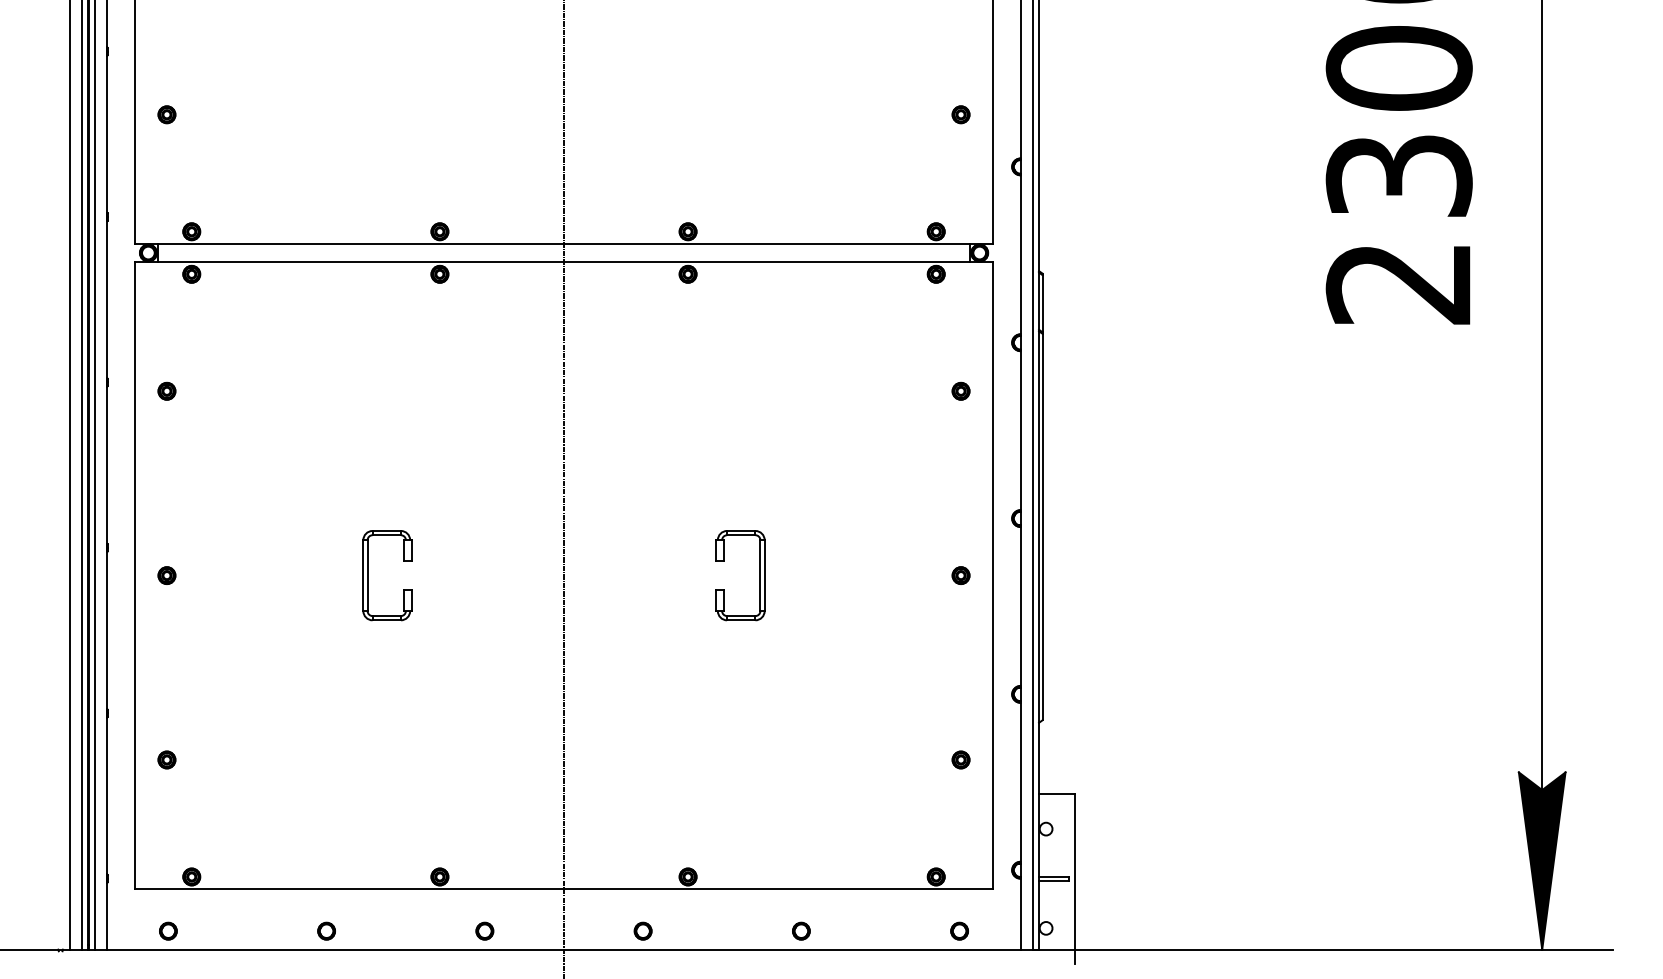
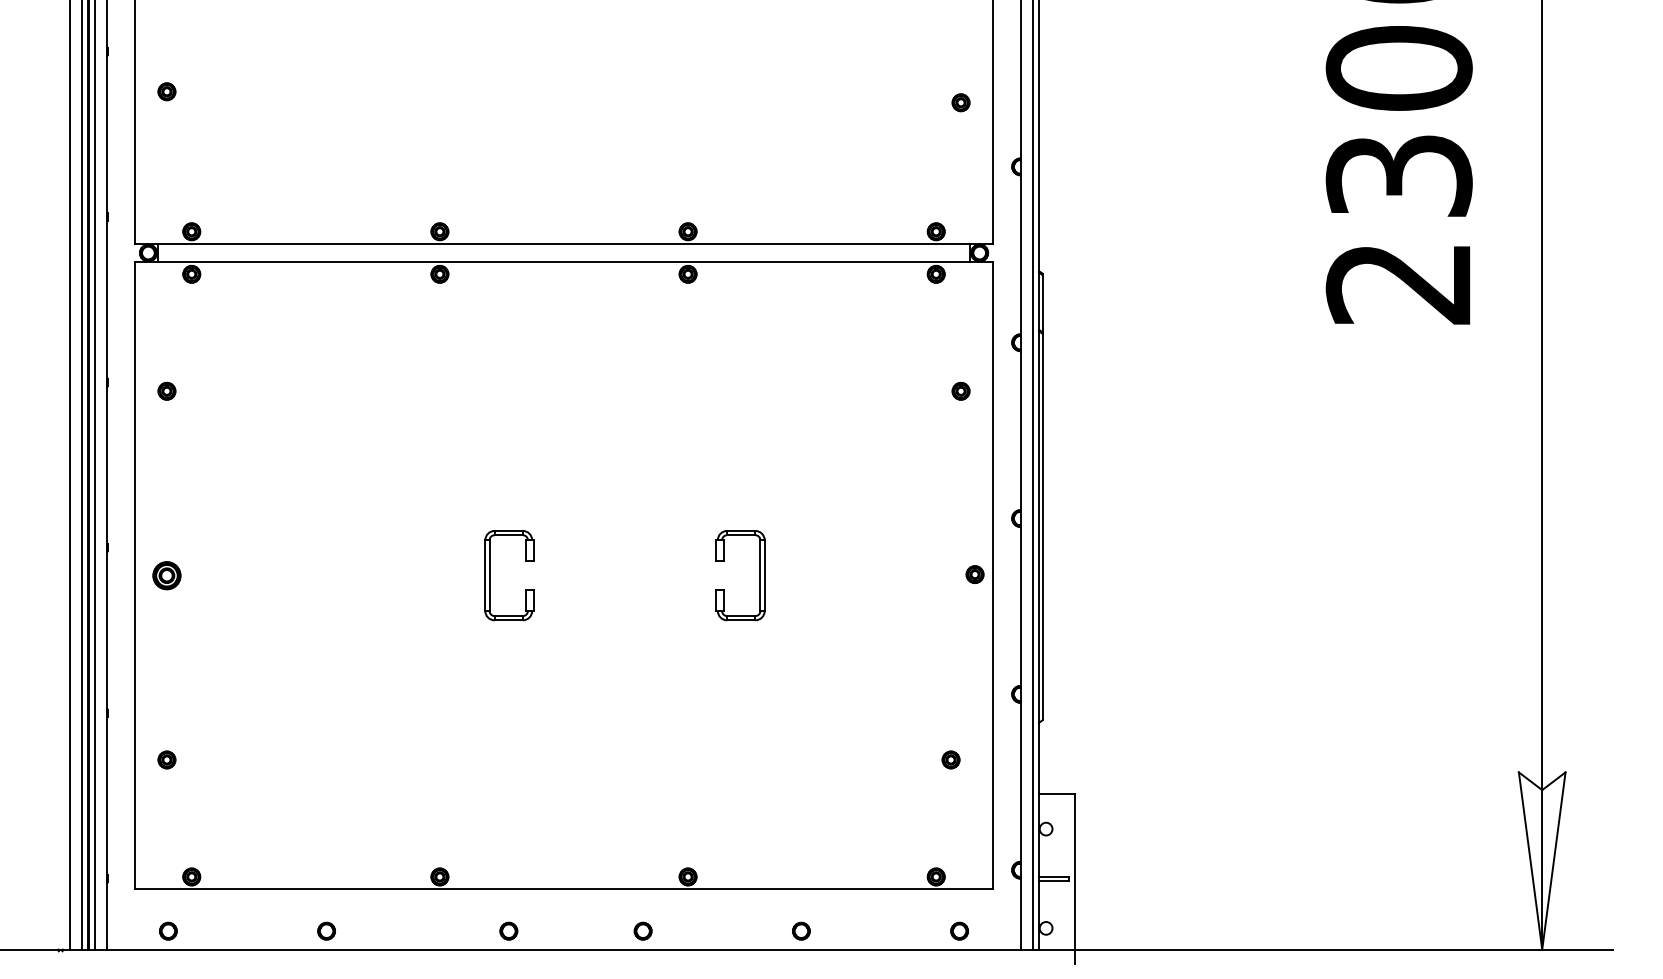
part at (166, 114) position: (166, 114) -> (166, 91)
part at (960, 114) position: (960, 114) -> (960, 102)
line at (564, 488): present -> none
part at (166, 575) size: 20x19 px -> 30x30 px
part at (368, 575) position: (368, 575) -> (490, 575)
part at (960, 575) position: (960, 575) -> (974, 574)
part at (960, 759) position: (960, 759) -> (950, 759)
fill at (1541, 860): present -> none
part at (484, 930) position: (484, 930) -> (508, 930)
